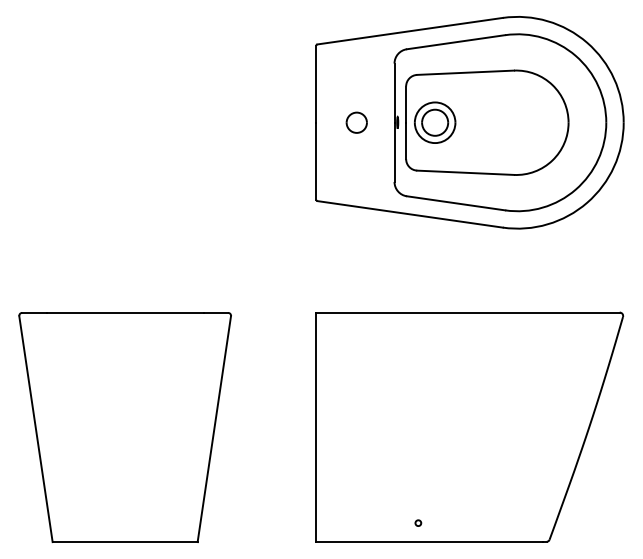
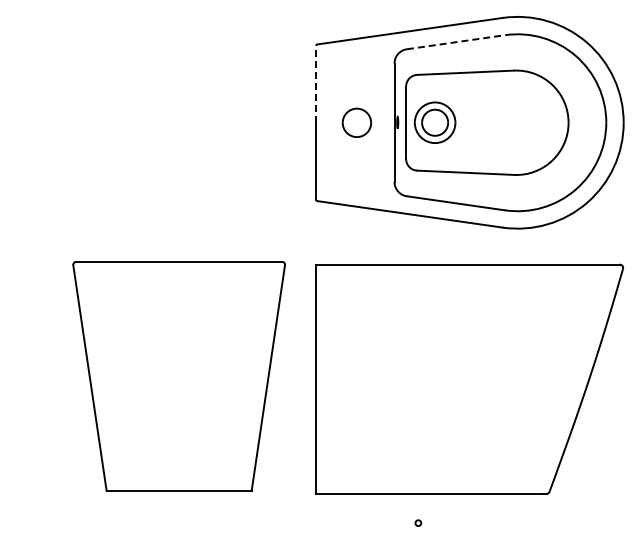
line at (456, 42): solid -> dashed
line at (316, 83): solid -> dashed
part at (356, 122) size: 23x23 px -> 31x31 px
part at (469, 426) position: (469, 426) -> (469, 378)
part at (124, 427) position: (124, 427) -> (178, 376)
